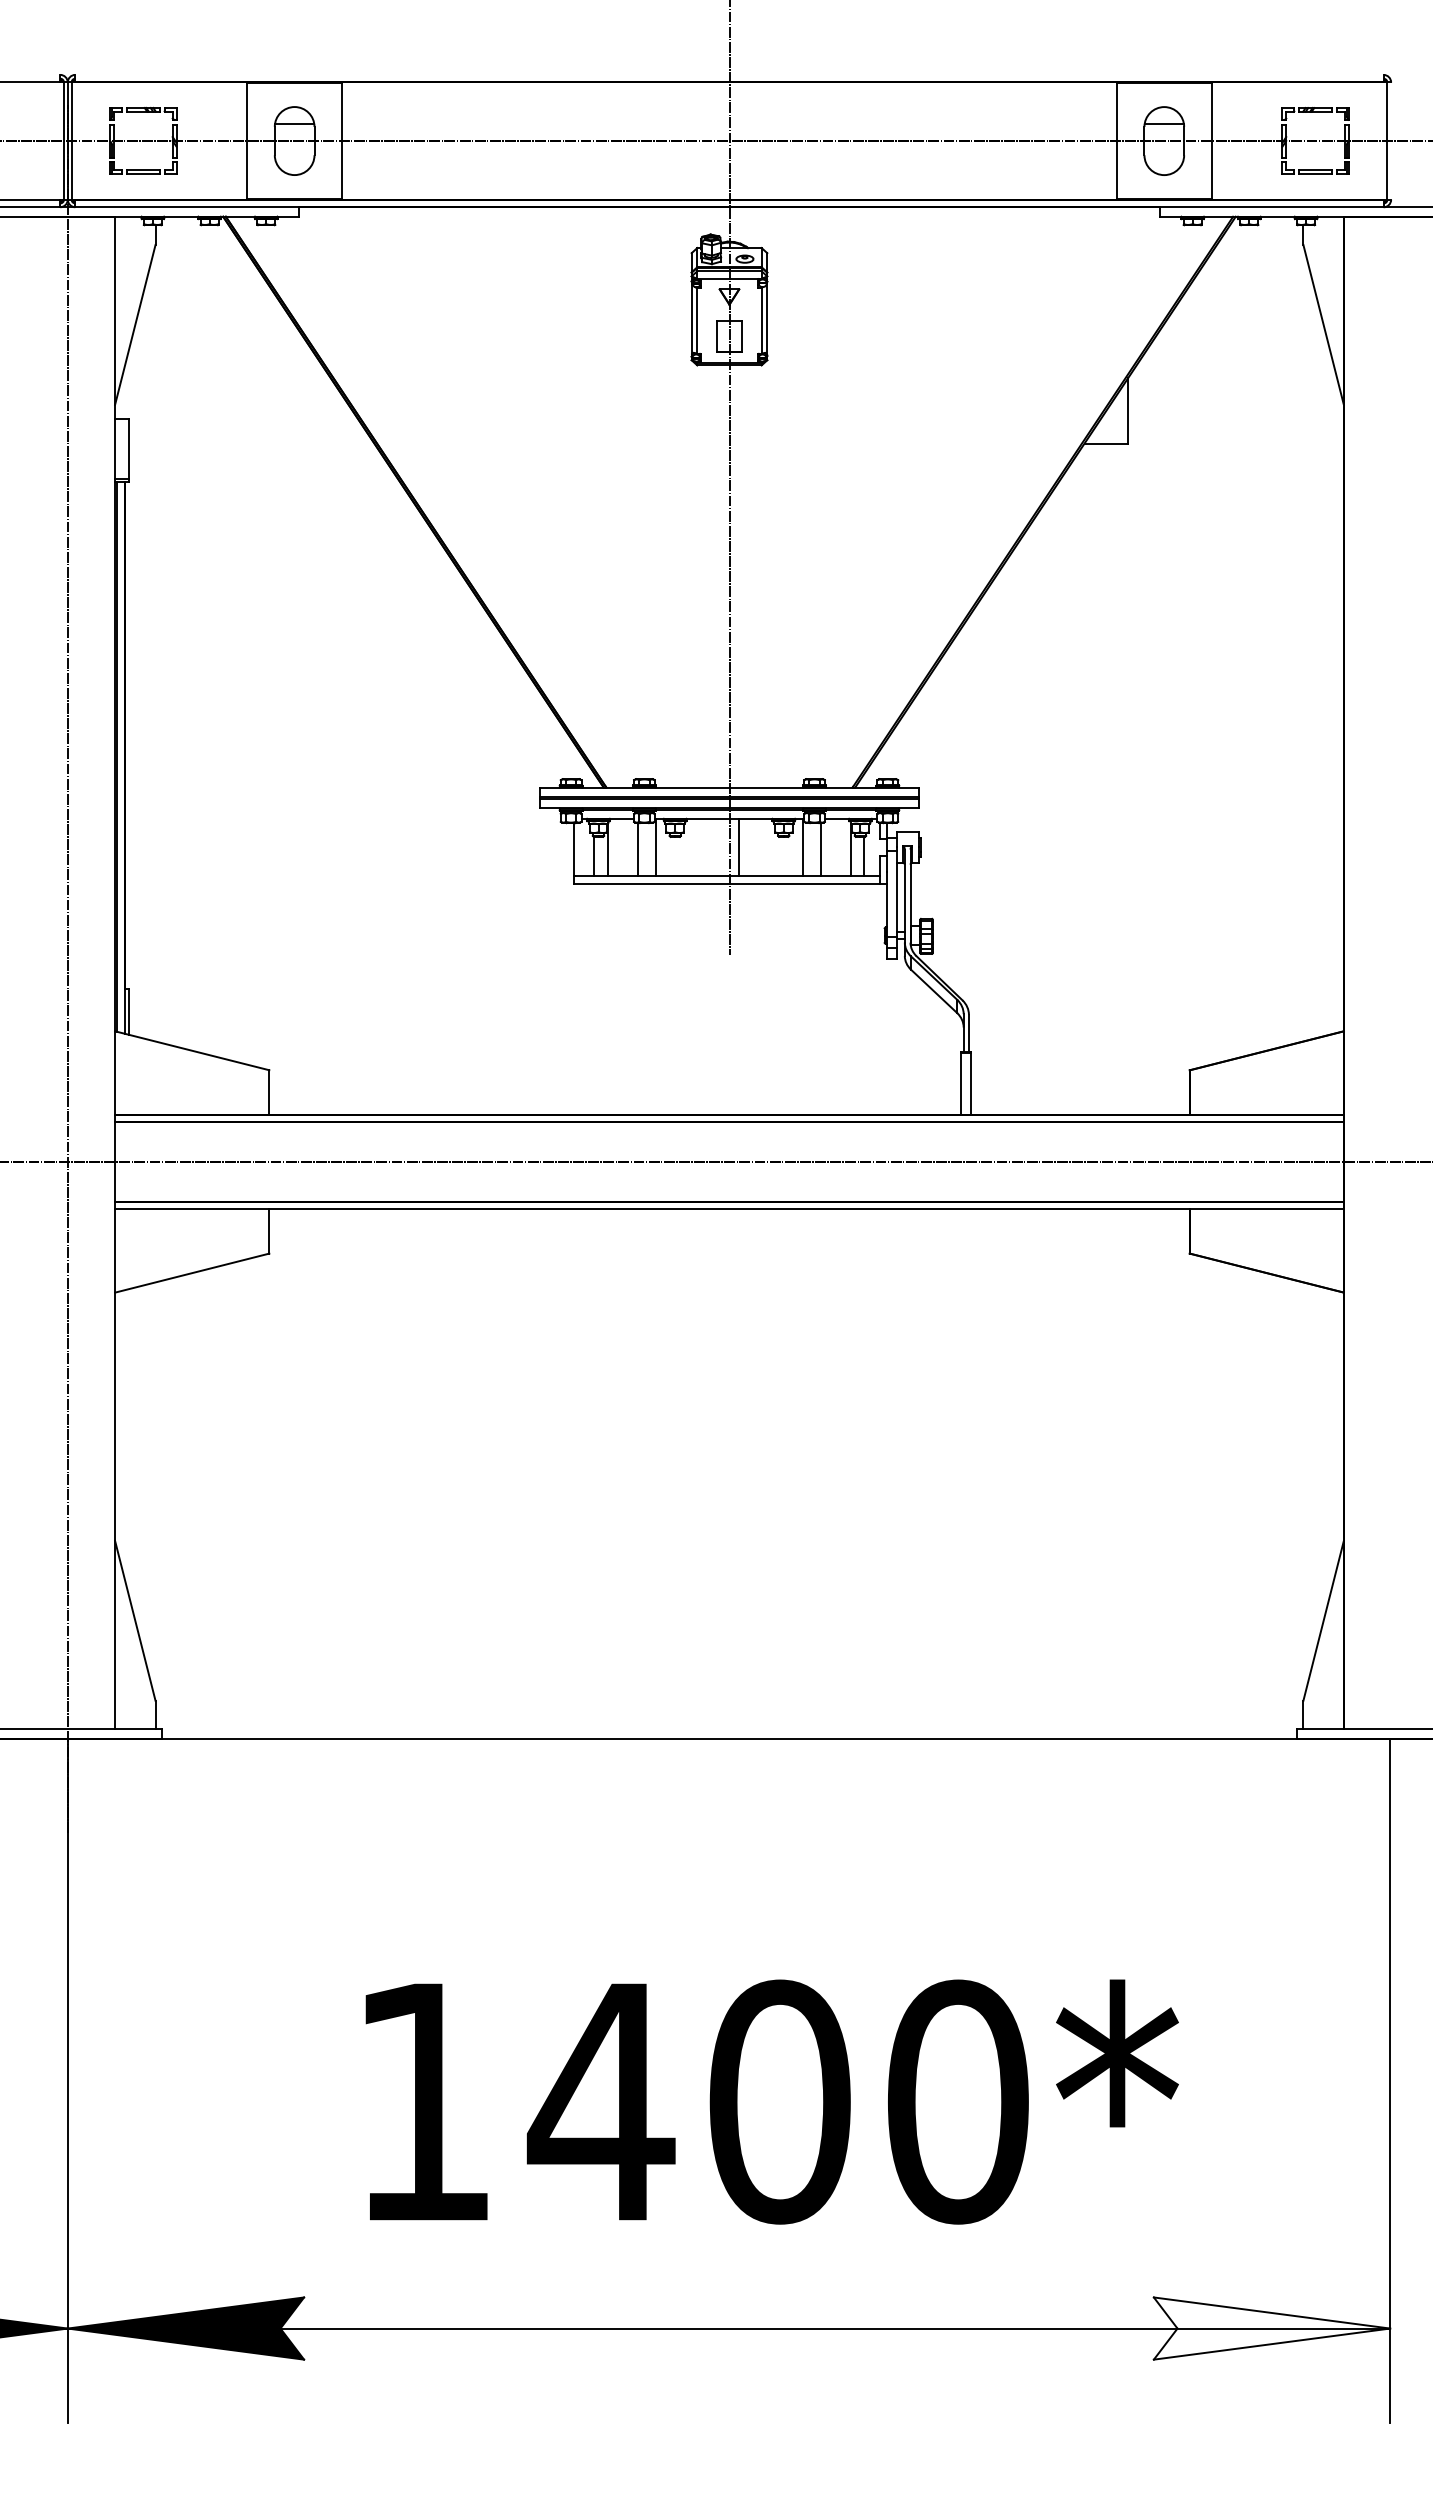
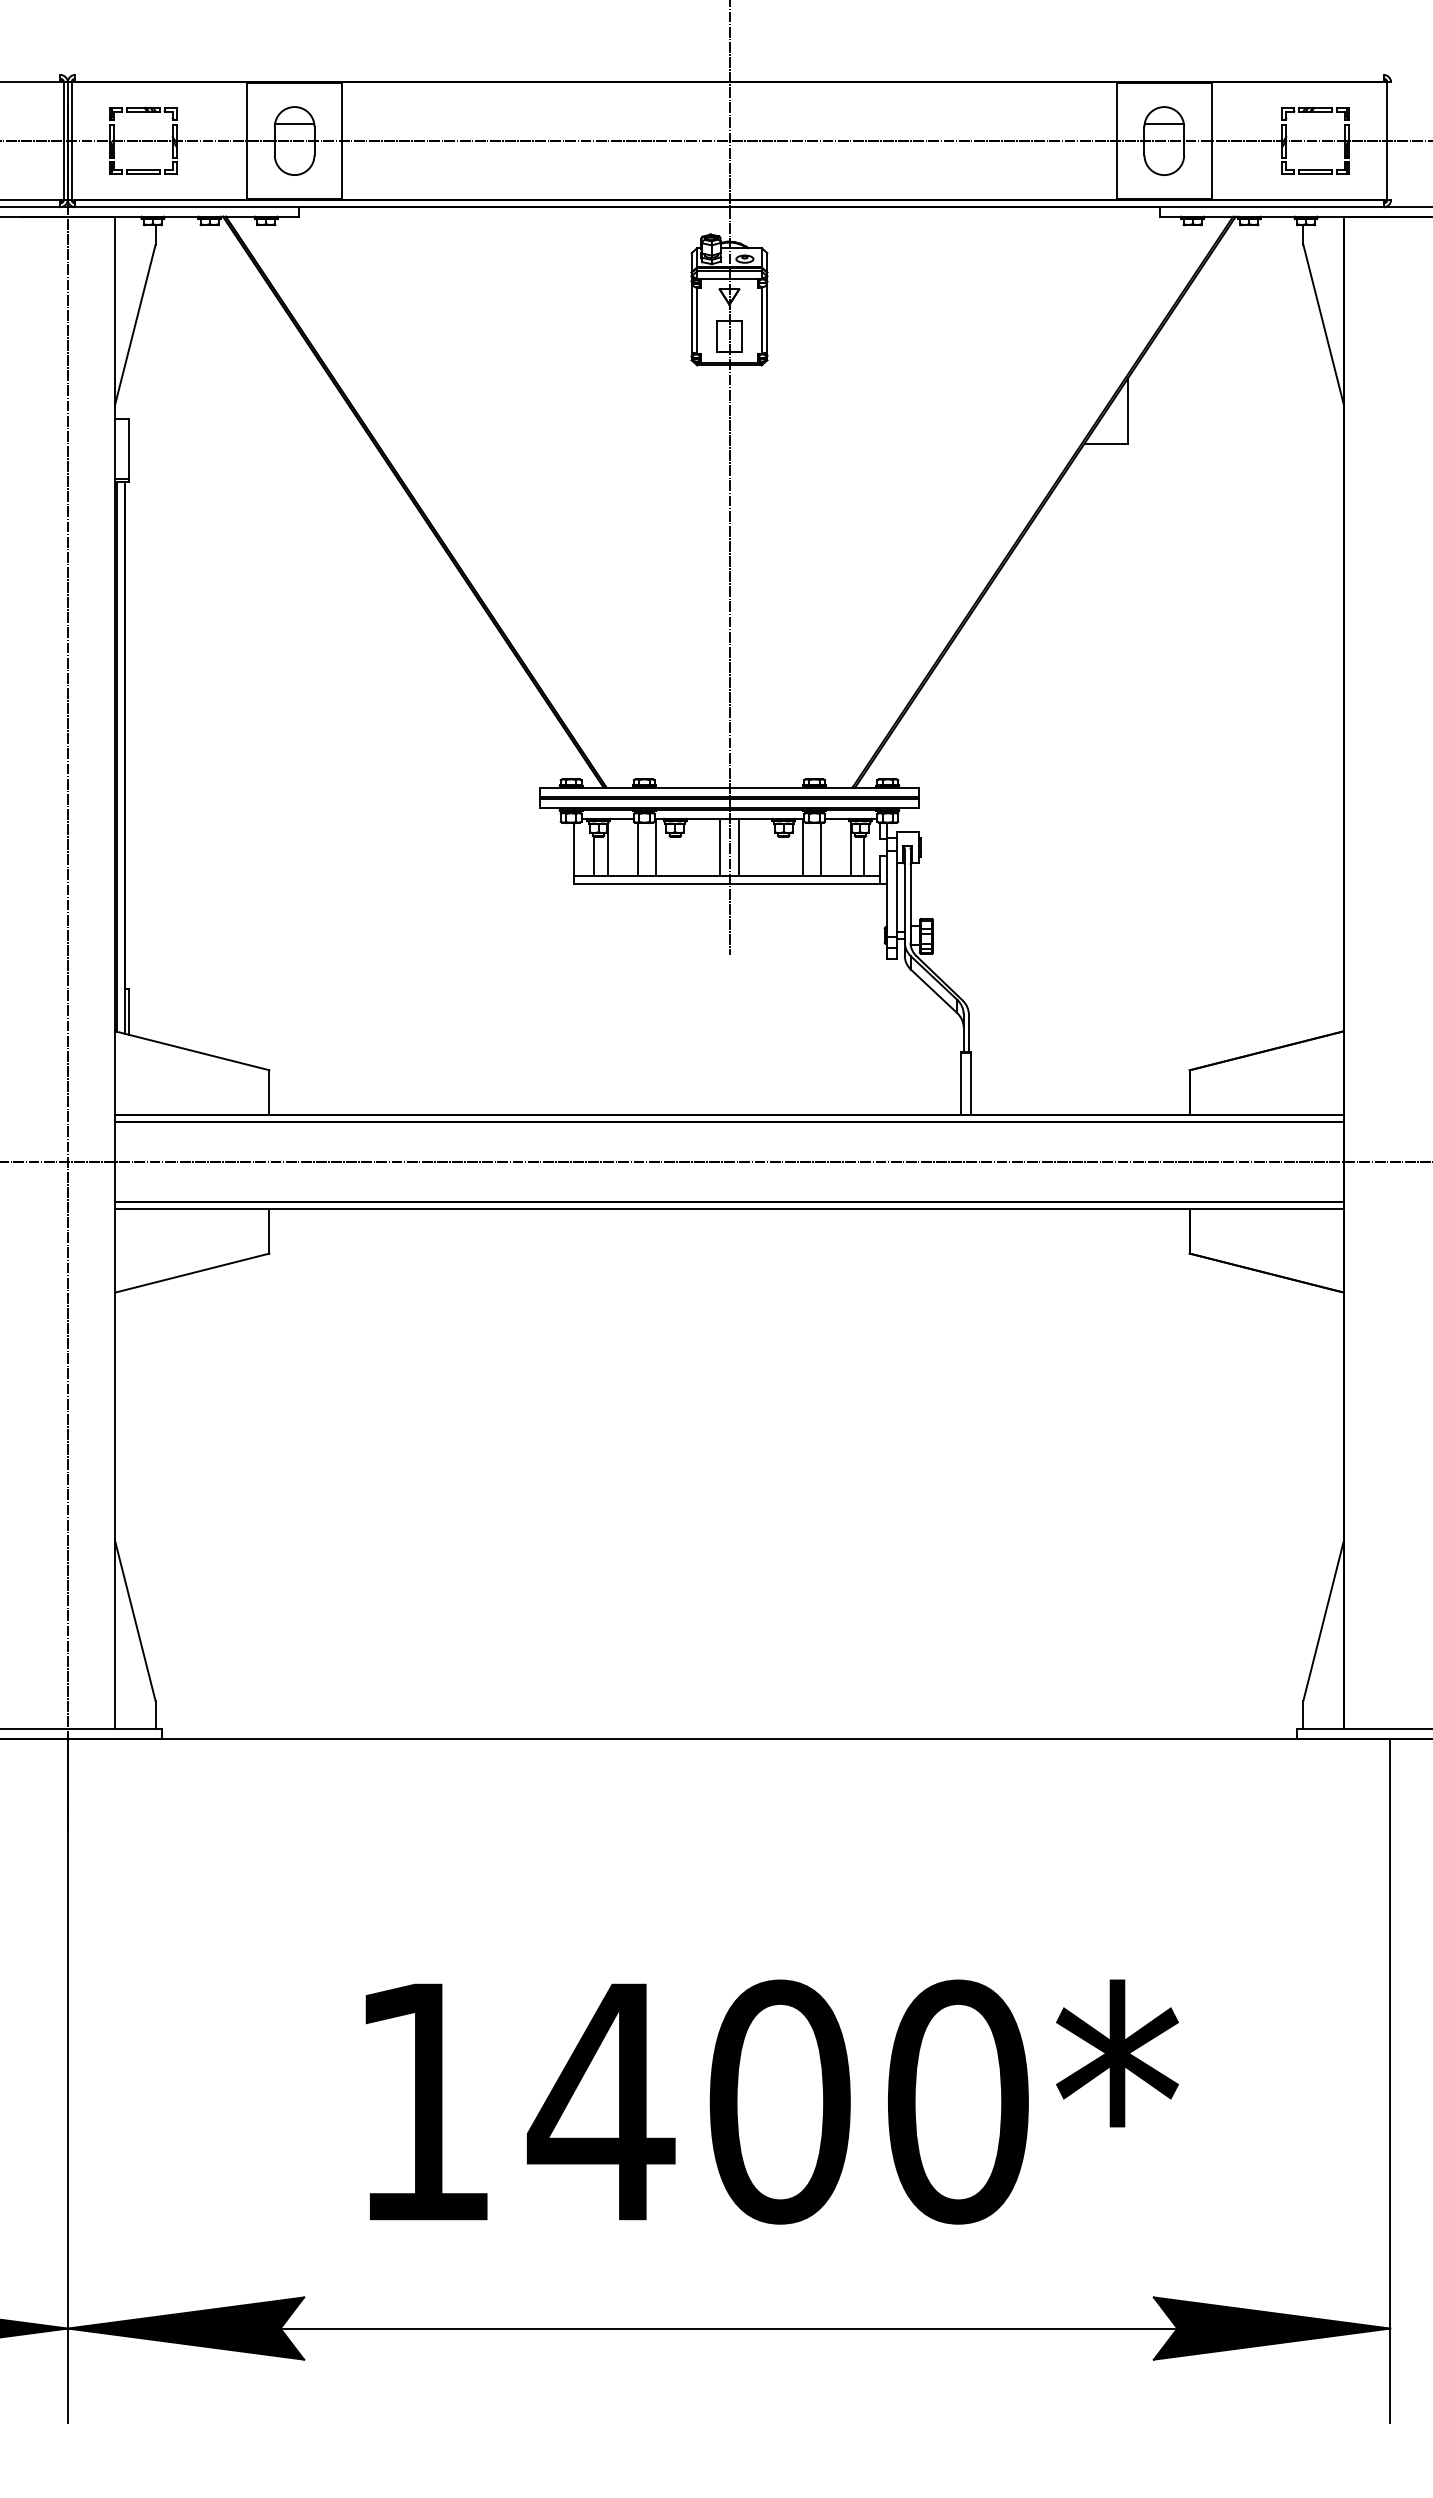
line at (720, 846): none -> present
fill at (1271, 2328): none -> present
